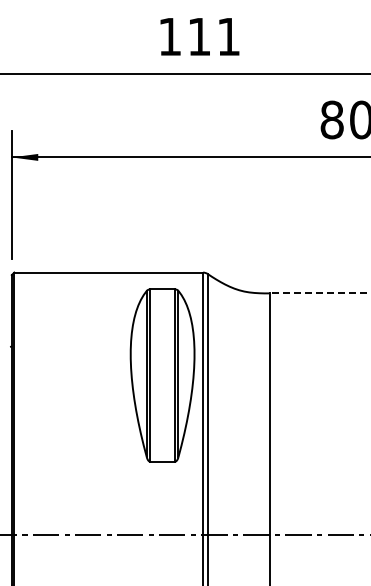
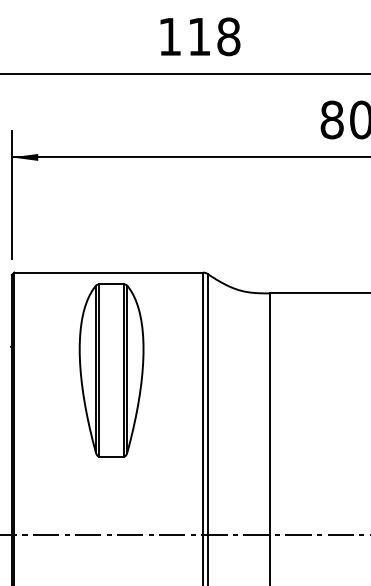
text at (228, 36): 111 -> 118
line at (319, 293): dashed -> solid
part at (162, 375) position: (162, 375) -> (111, 370)
